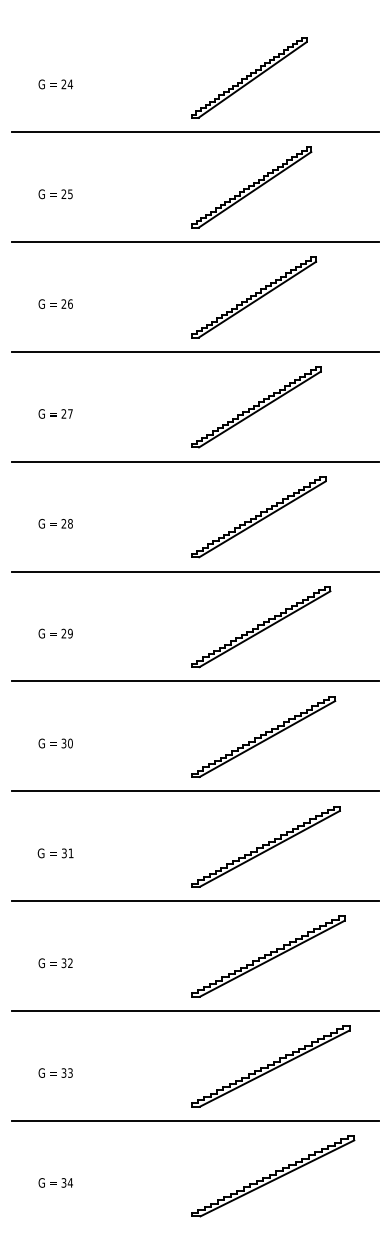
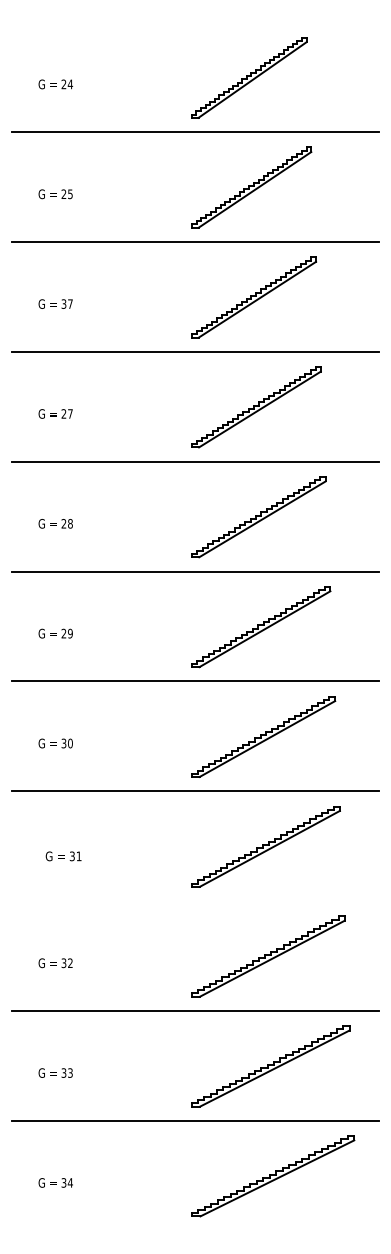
text at (66, 303): 26 -> 37
text at (55, 853) position: (55, 853) -> (63, 856)
line at (195, 901): present -> none
